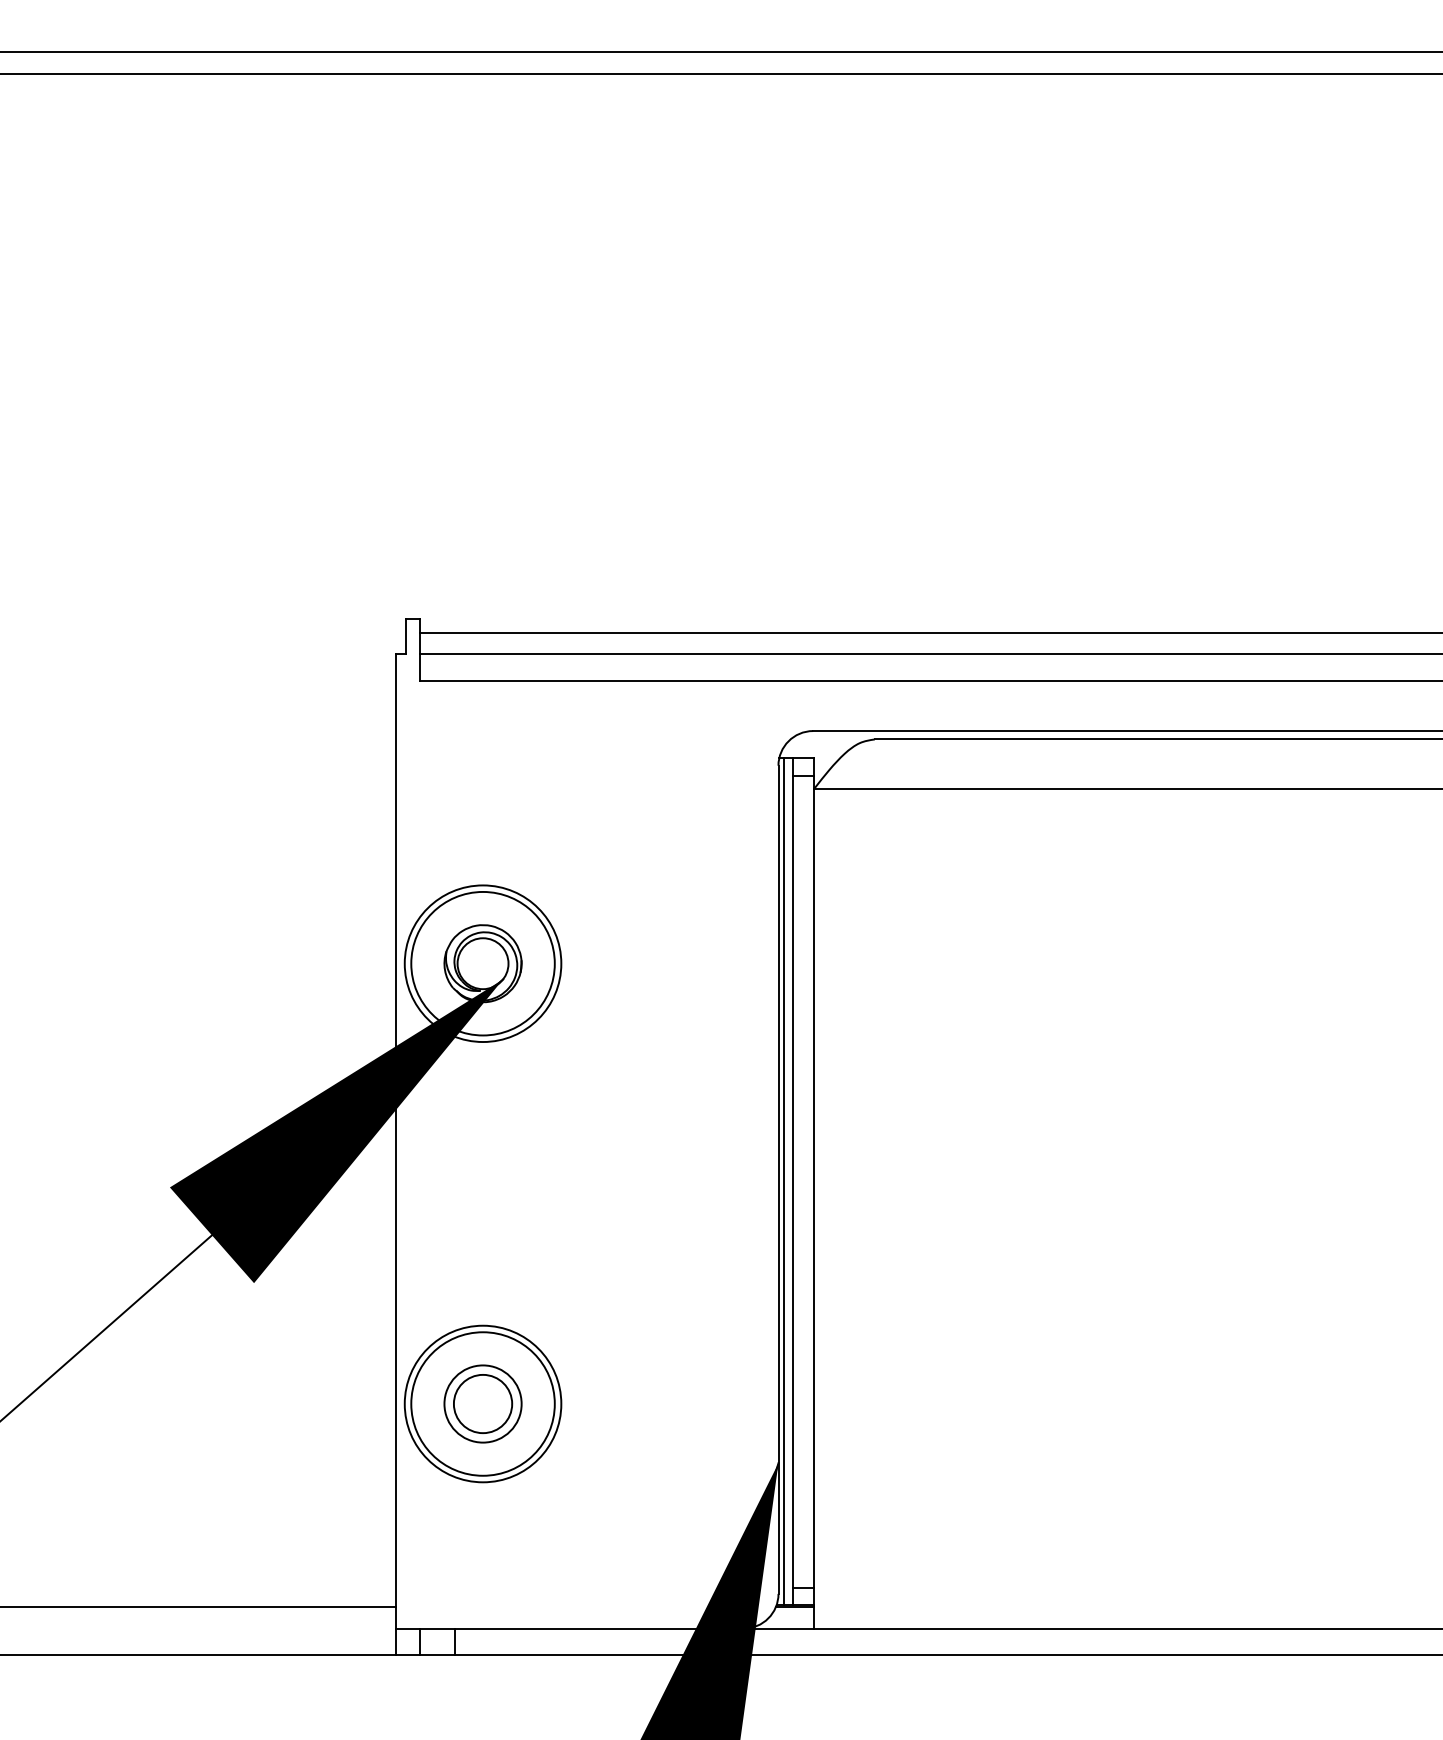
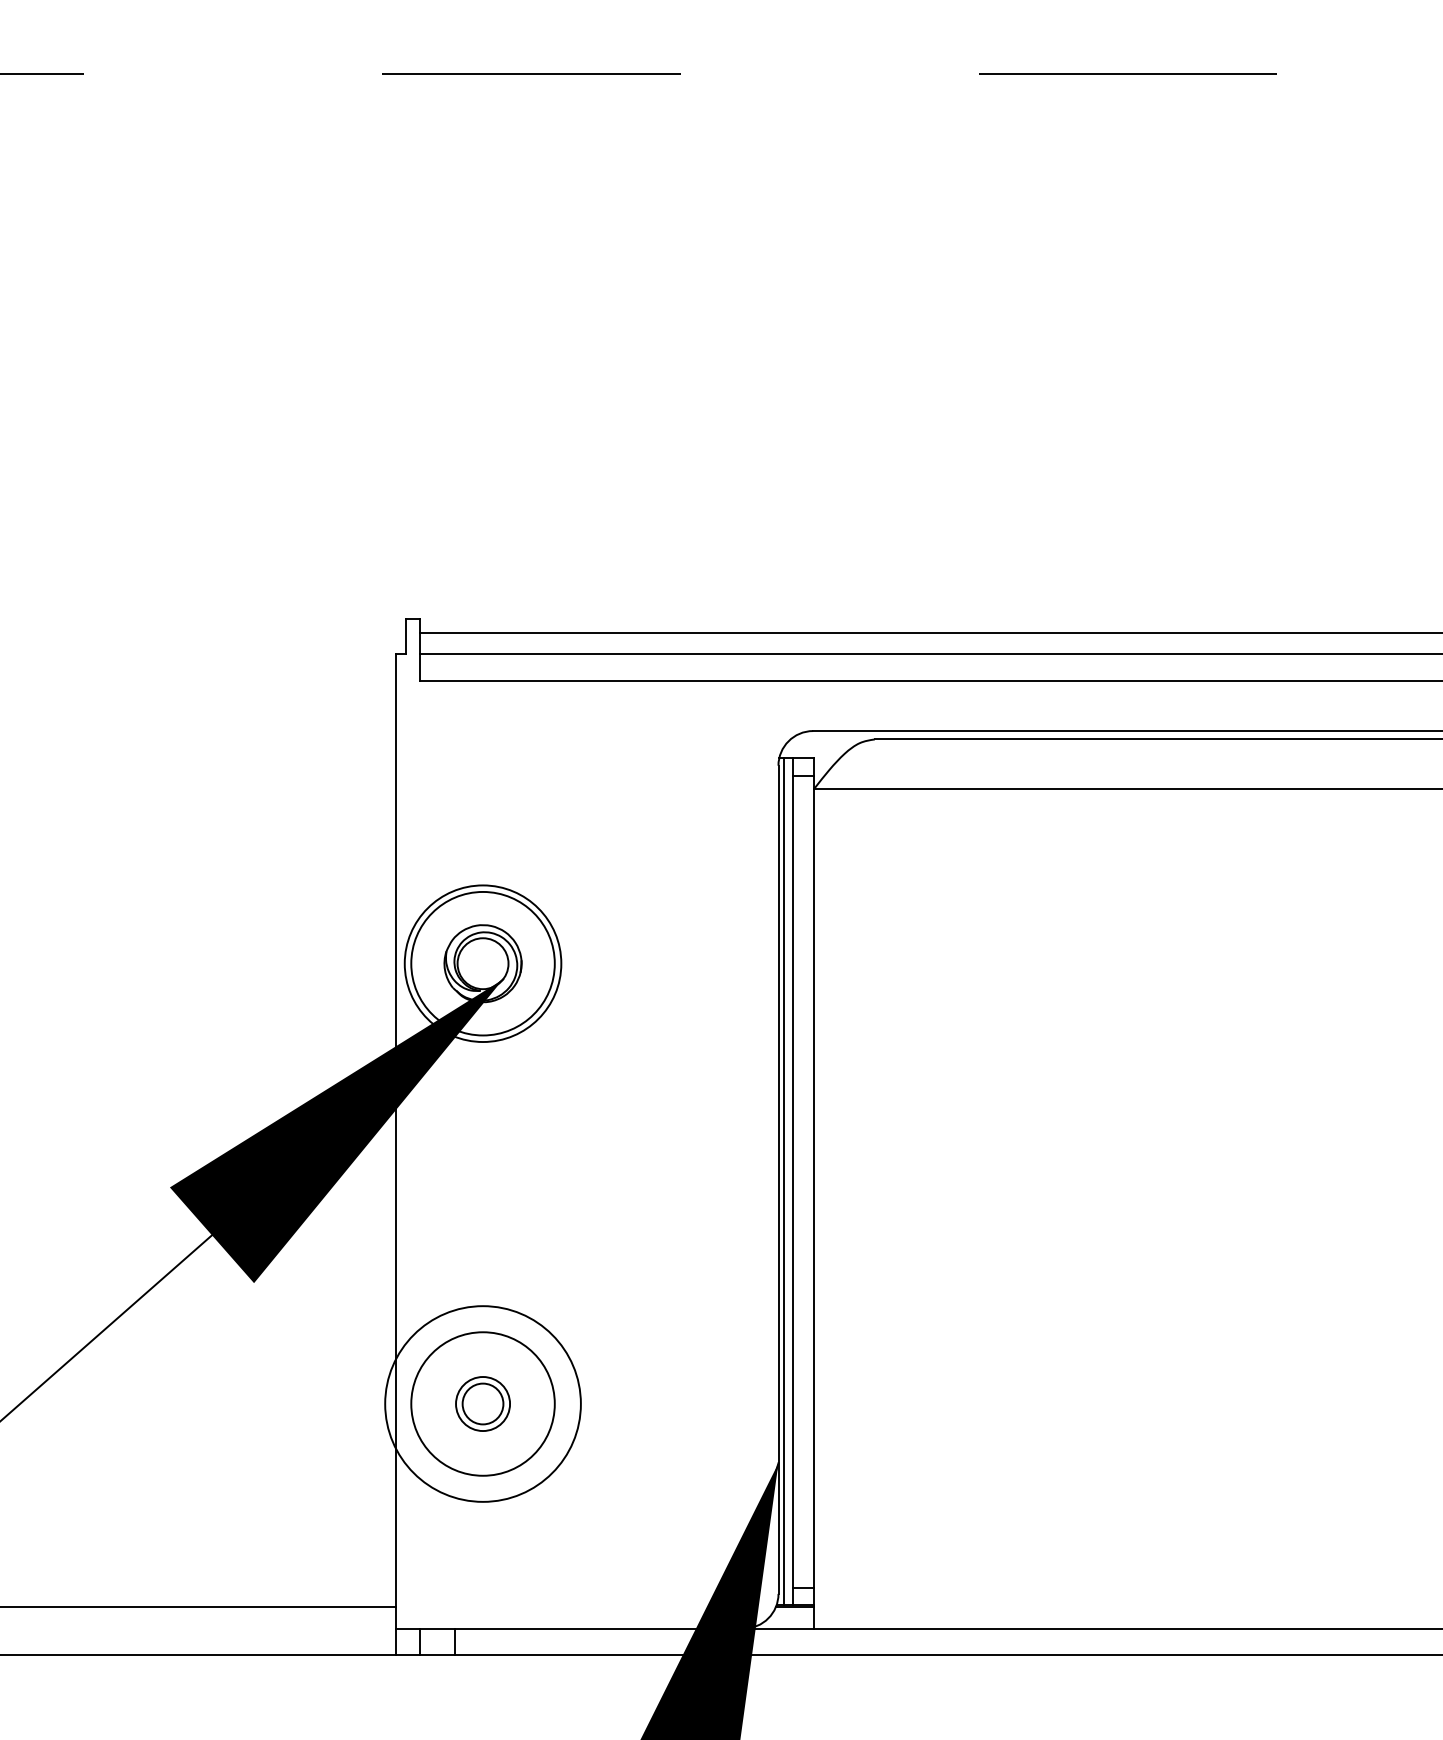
line at (720, 52): present -> none
line at (721, 74): solid -> dashed
circle at (482, 1403) diameter: 157 px -> 196 px
part at (482, 1403) size: 80x80 px -> 56x56 px
